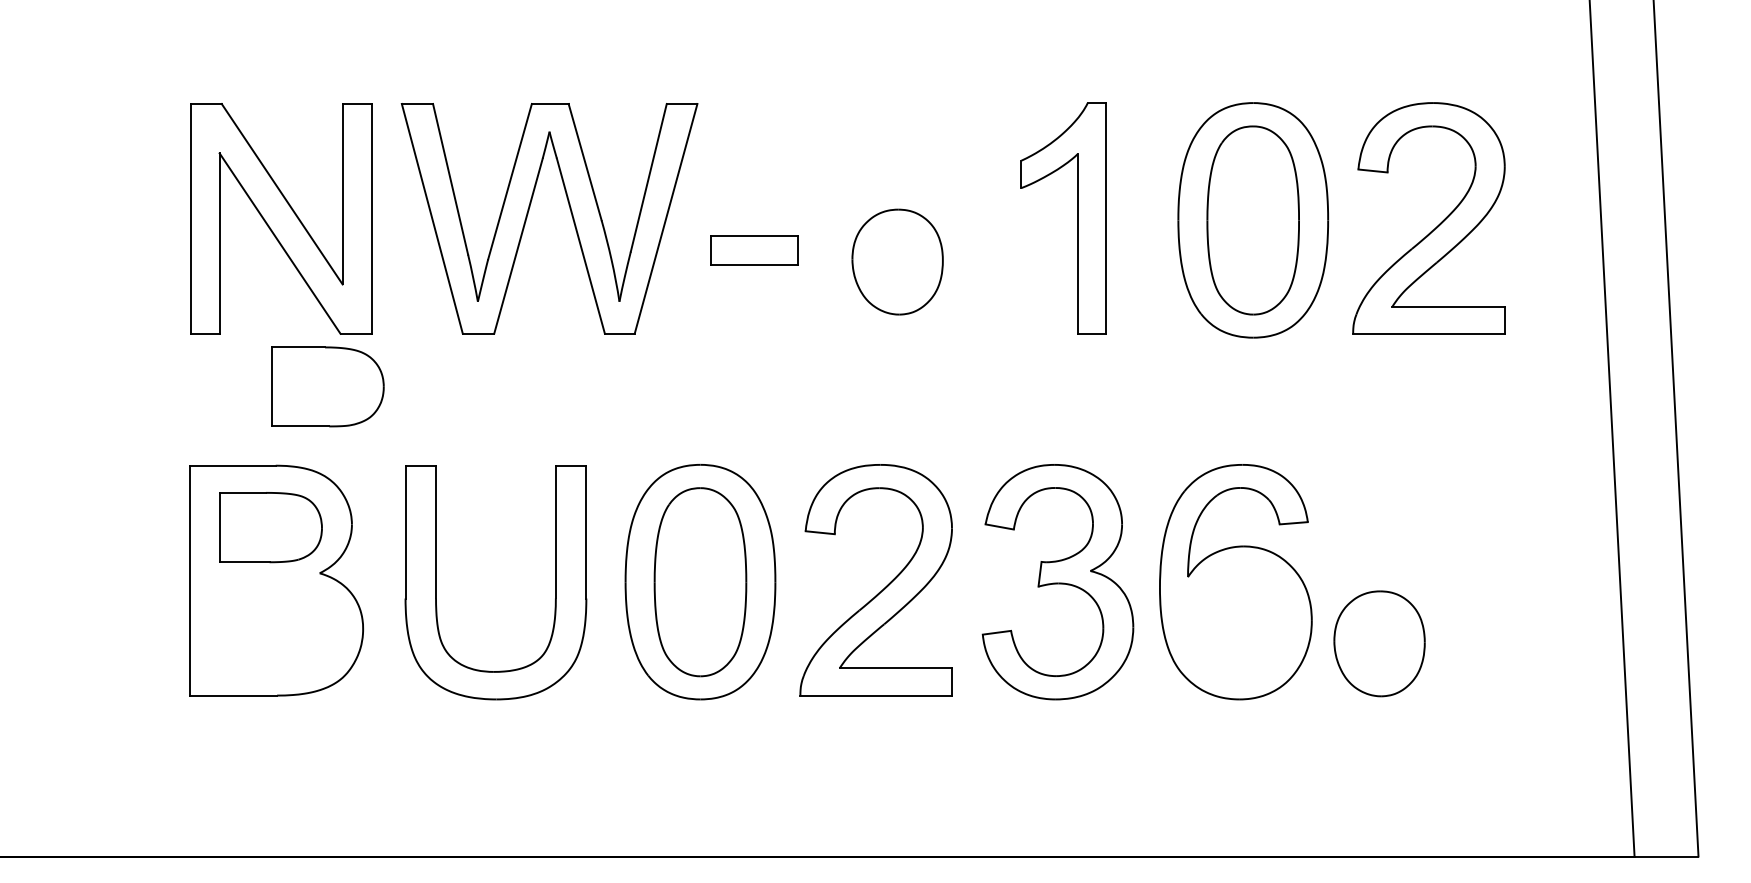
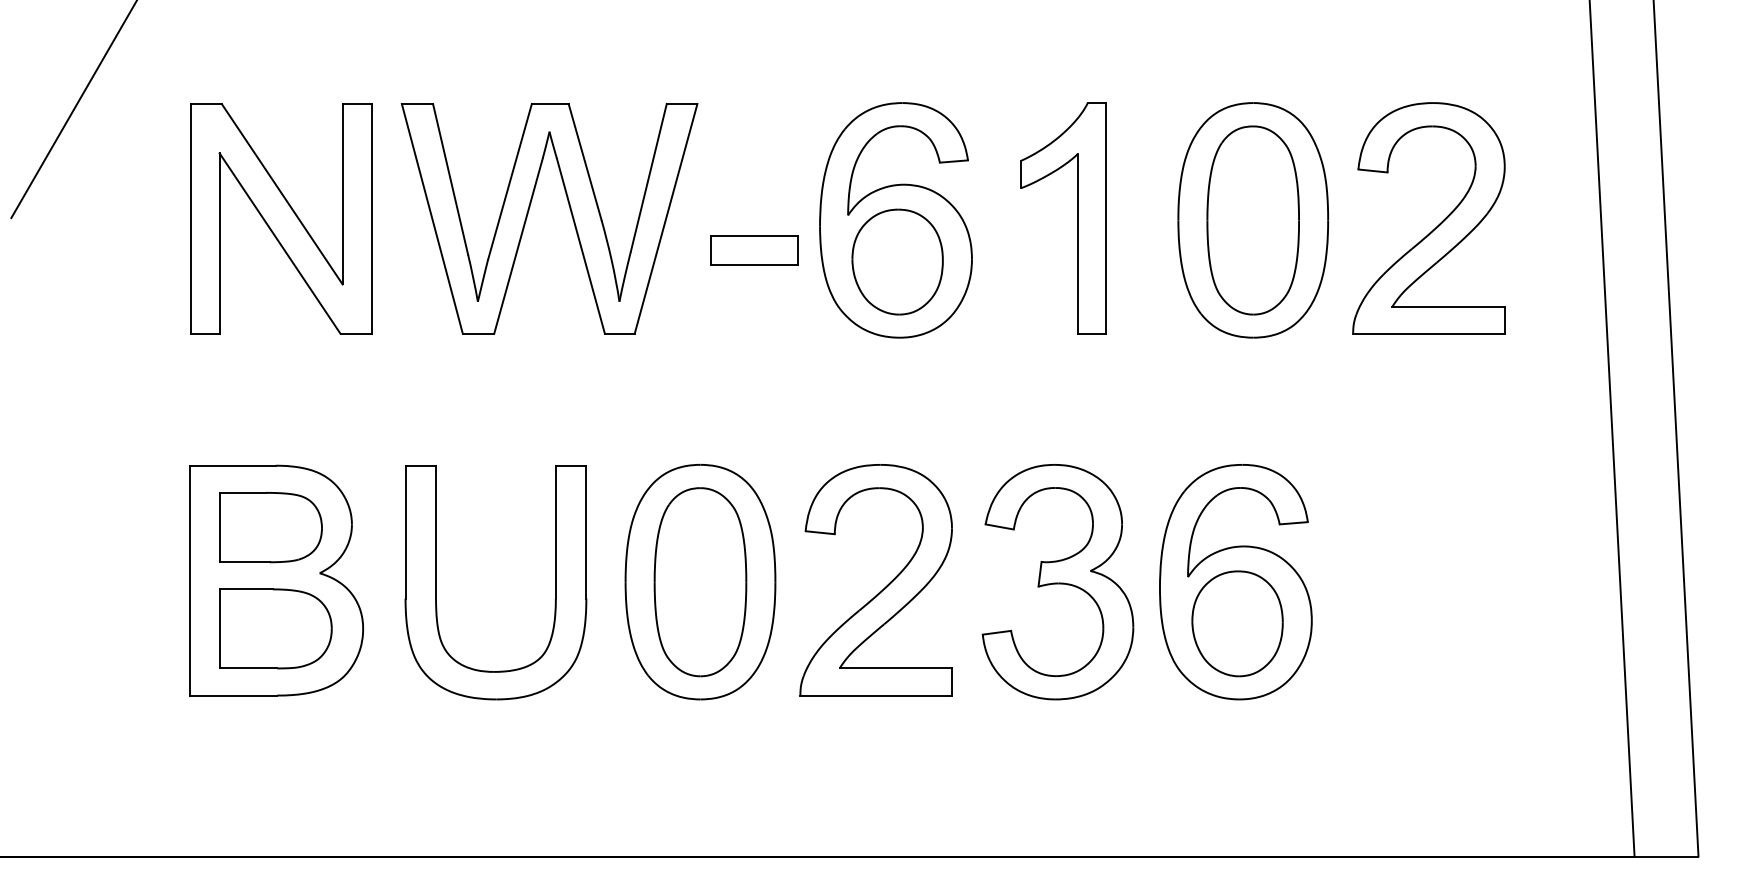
line at (73, 110): none -> present
part at (895, 220): none -> present
part at (327, 386) position: (327, 386) -> (275, 628)
part at (1379, 643) position: (1379, 643) -> (1237, 623)
